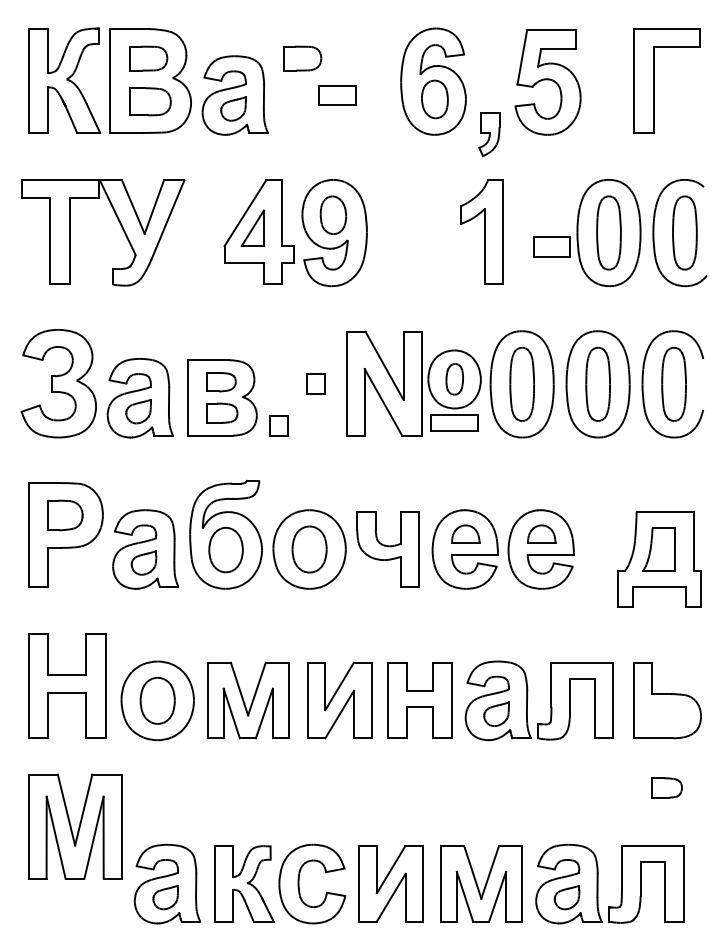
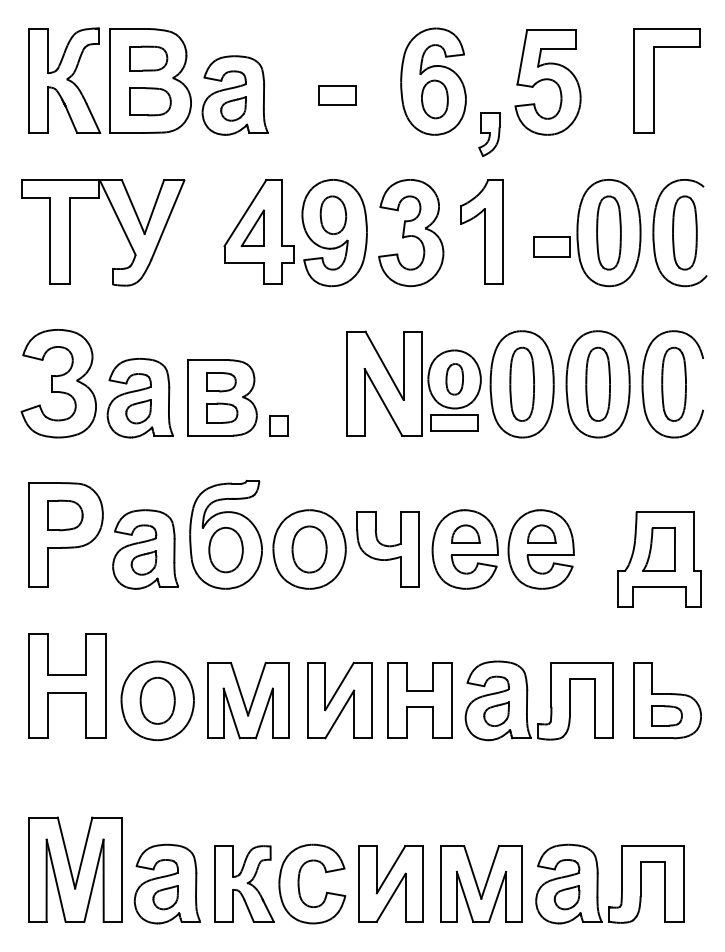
part at (302, 58): present -> none
part at (411, 233): none -> present
part at (315, 383): present -> none
part at (666, 787) position: (666, 787) -> (666, 715)
part at (75, 826) position: (75, 826) -> (75, 869)
